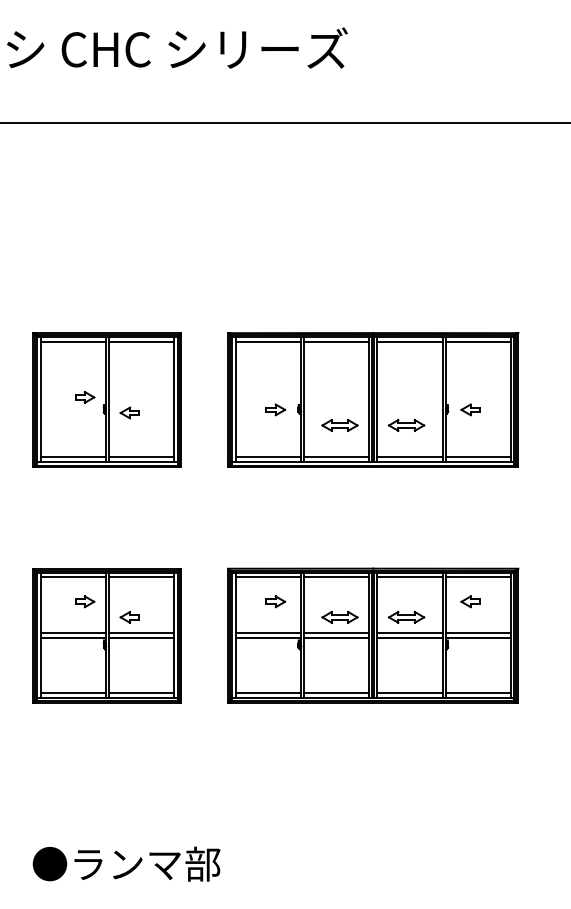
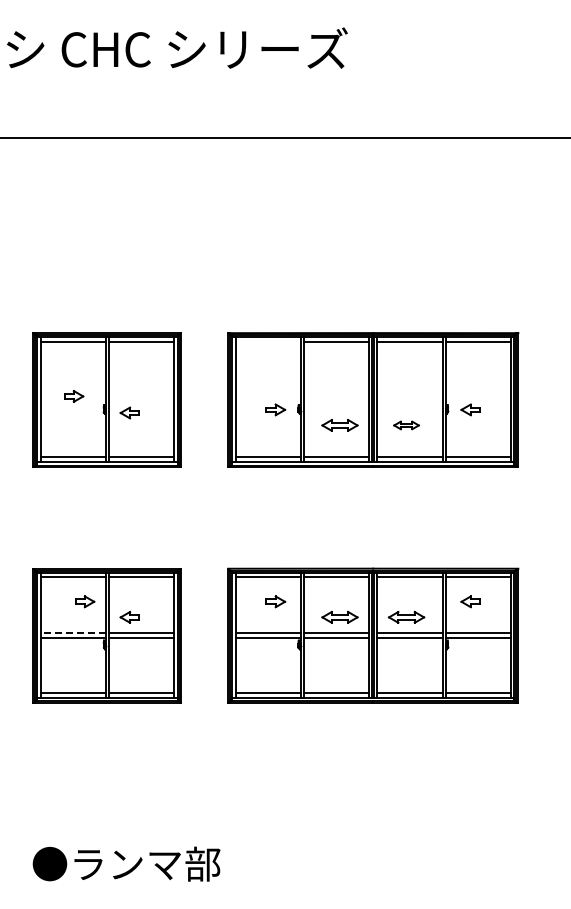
line at (284, 122) position: (284, 122) -> (284, 137)
line at (267, 341): present -> none
part at (85, 397) position: (85, 397) -> (74, 396)
part at (406, 425) size: 39x13 px -> 27x11 px
line at (73, 632): solid -> dashed
